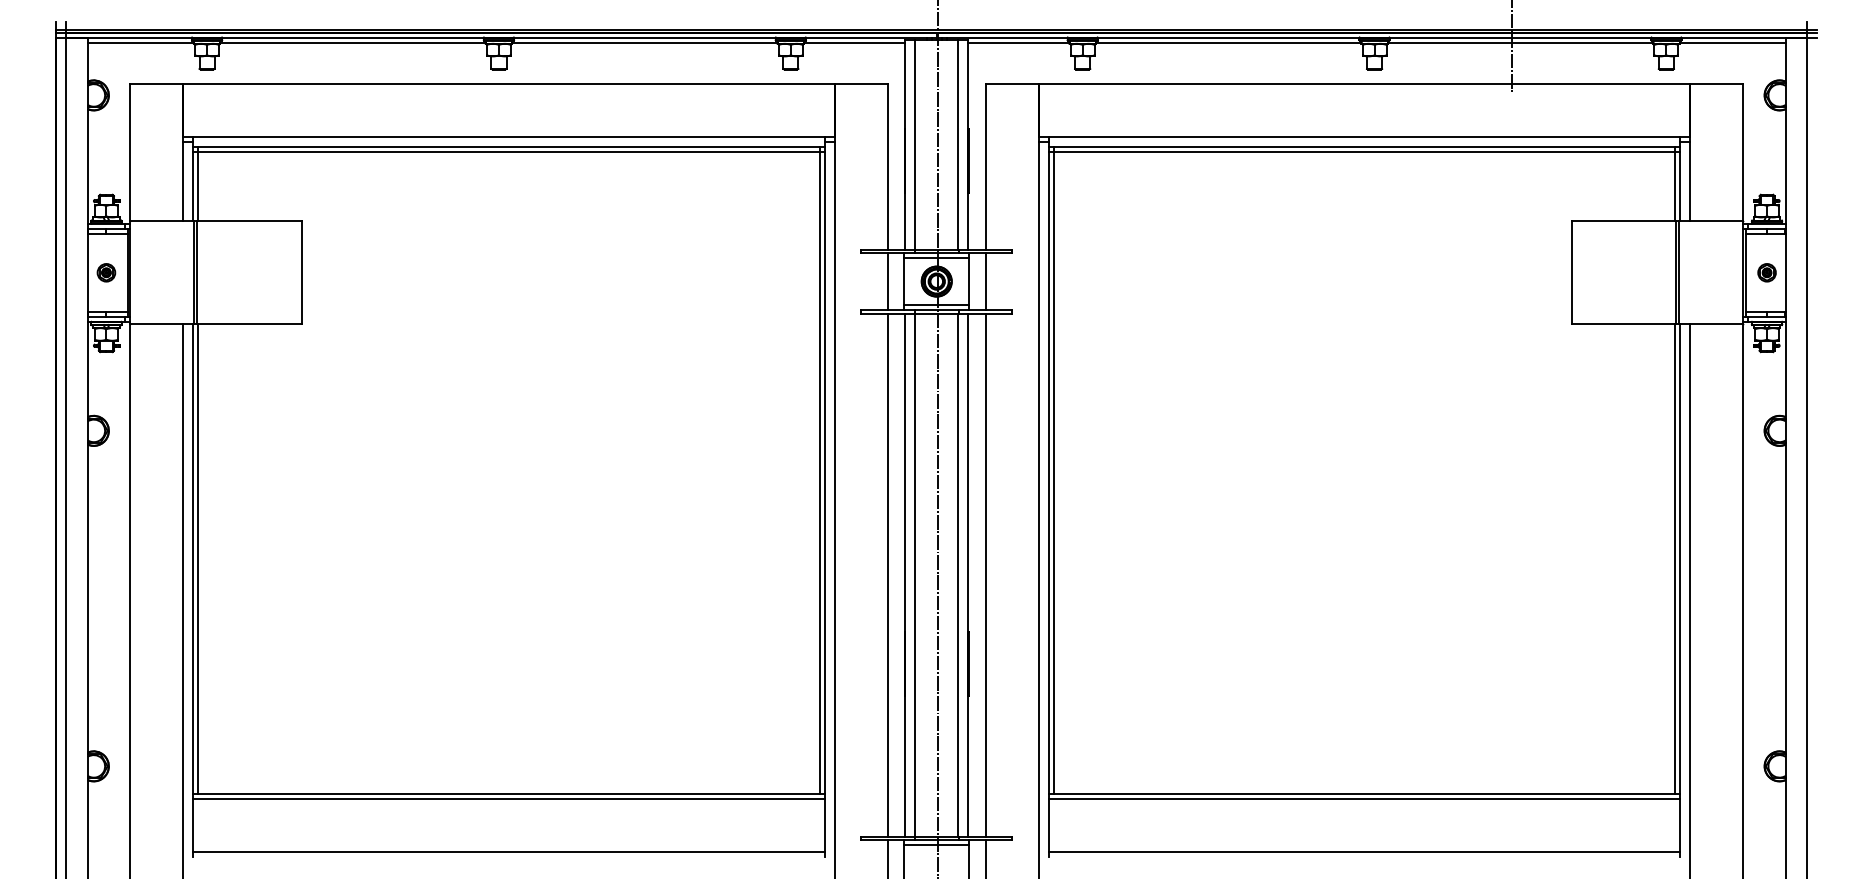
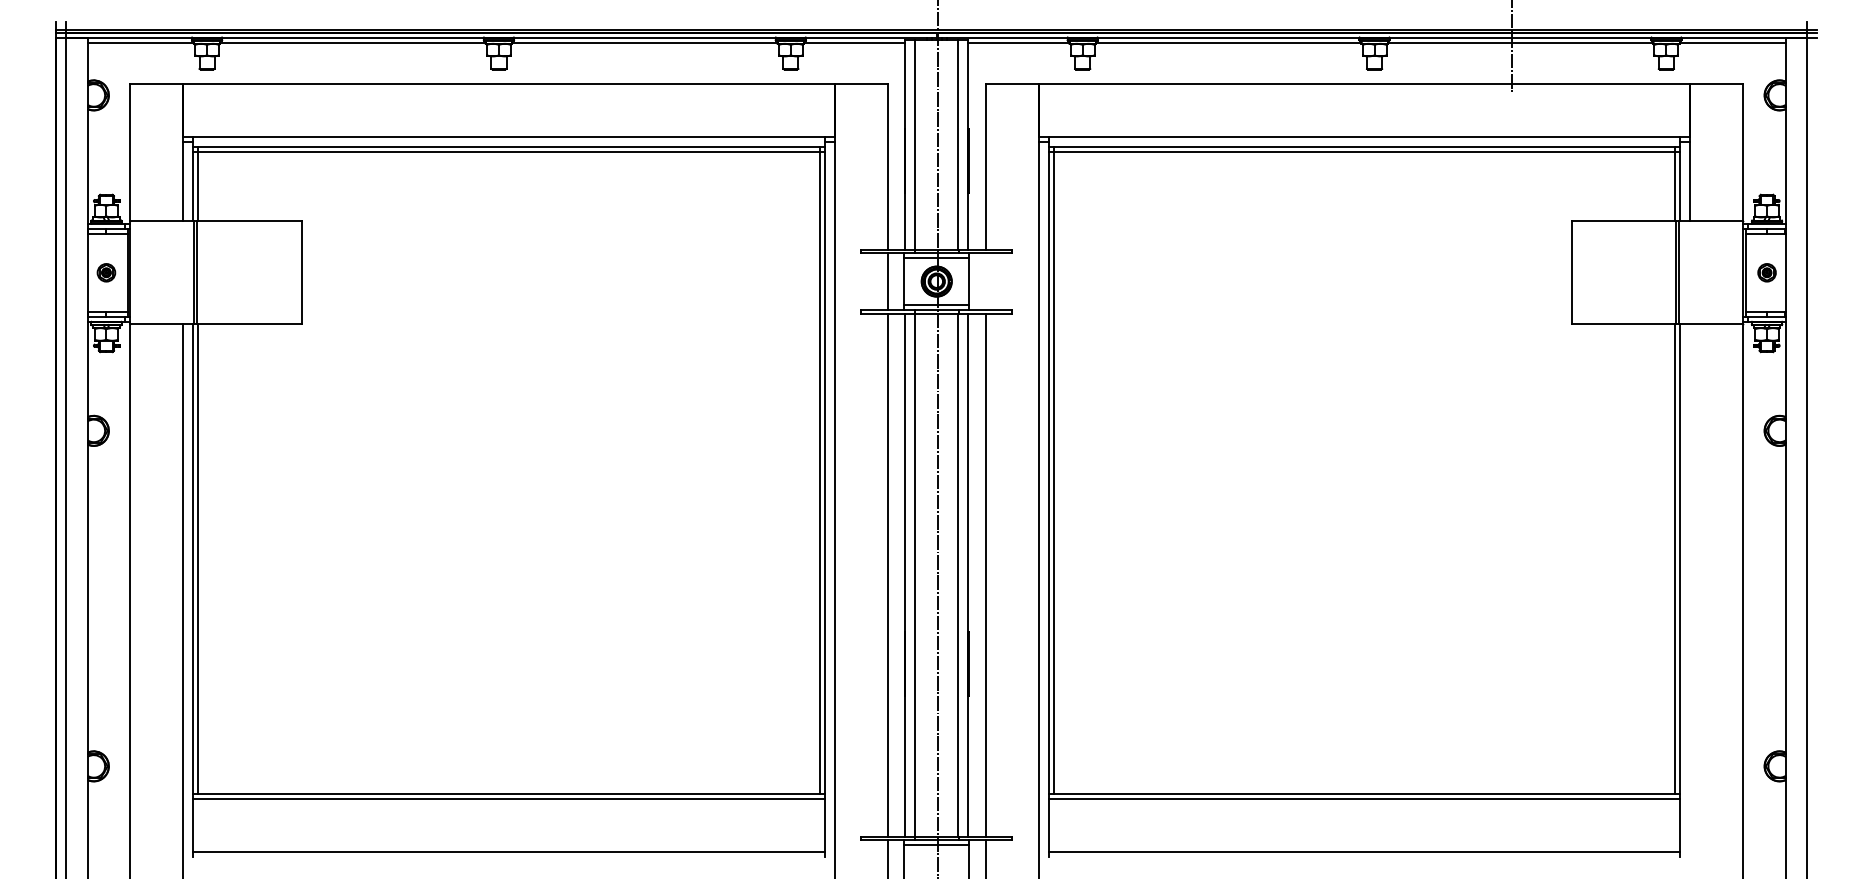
line at (985, 281): present -> none
line at (1690, 599): present -> none
